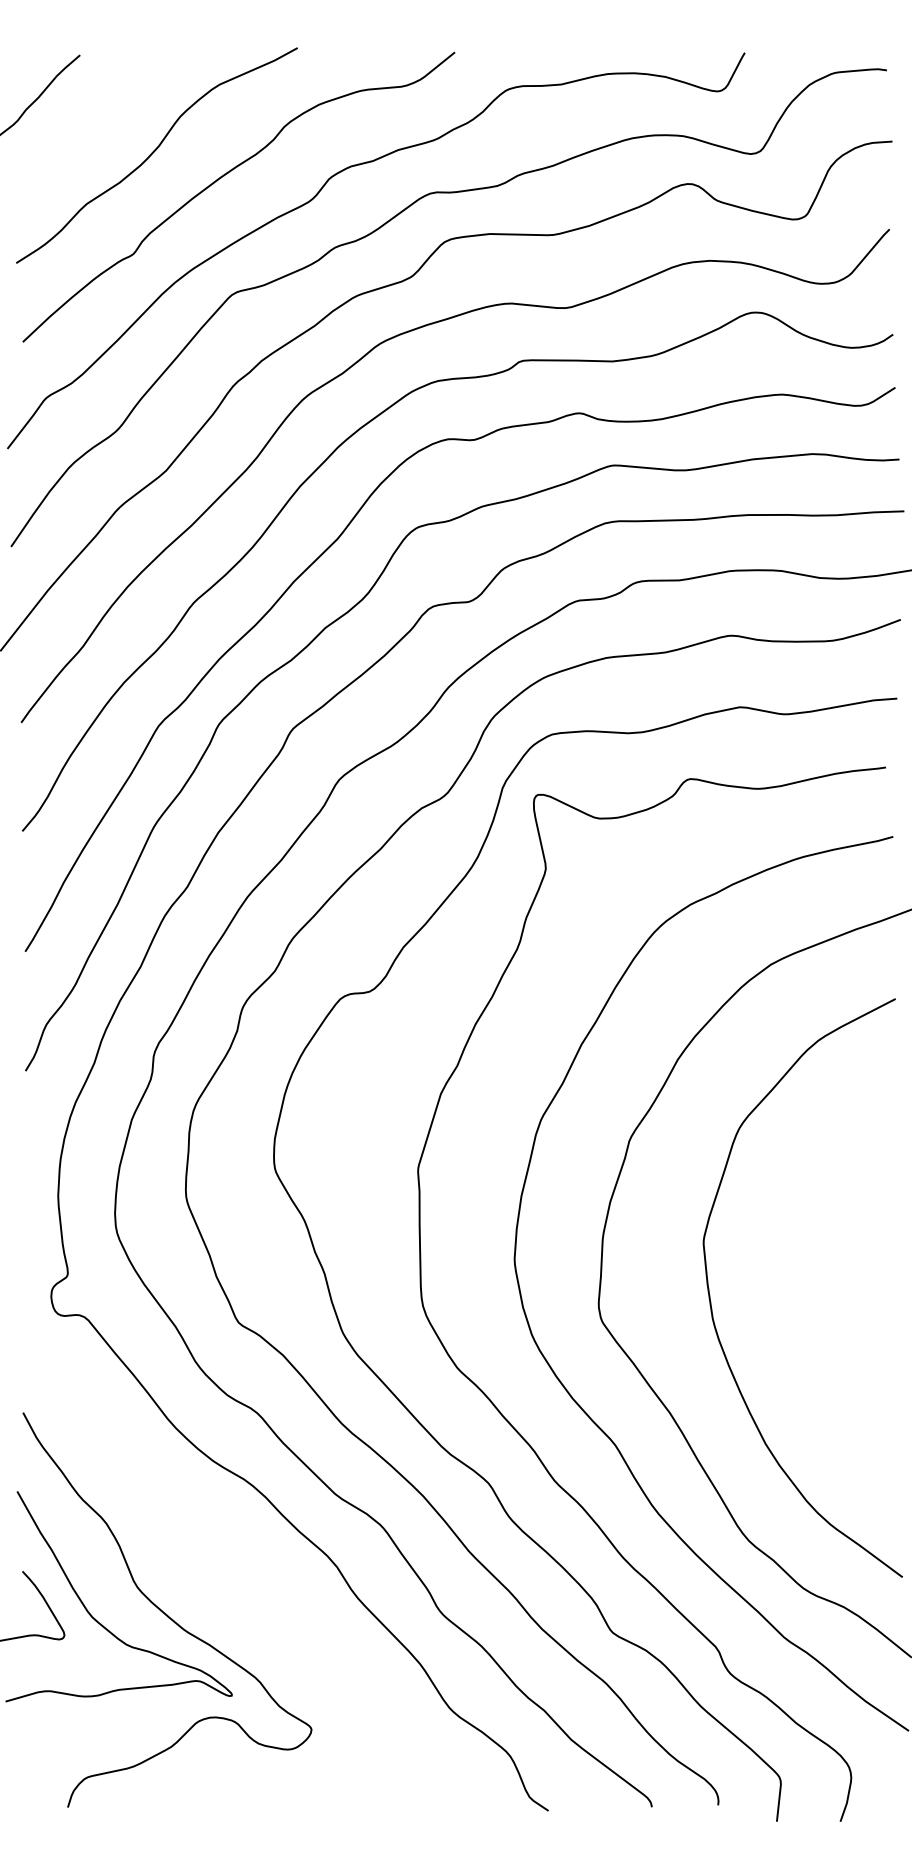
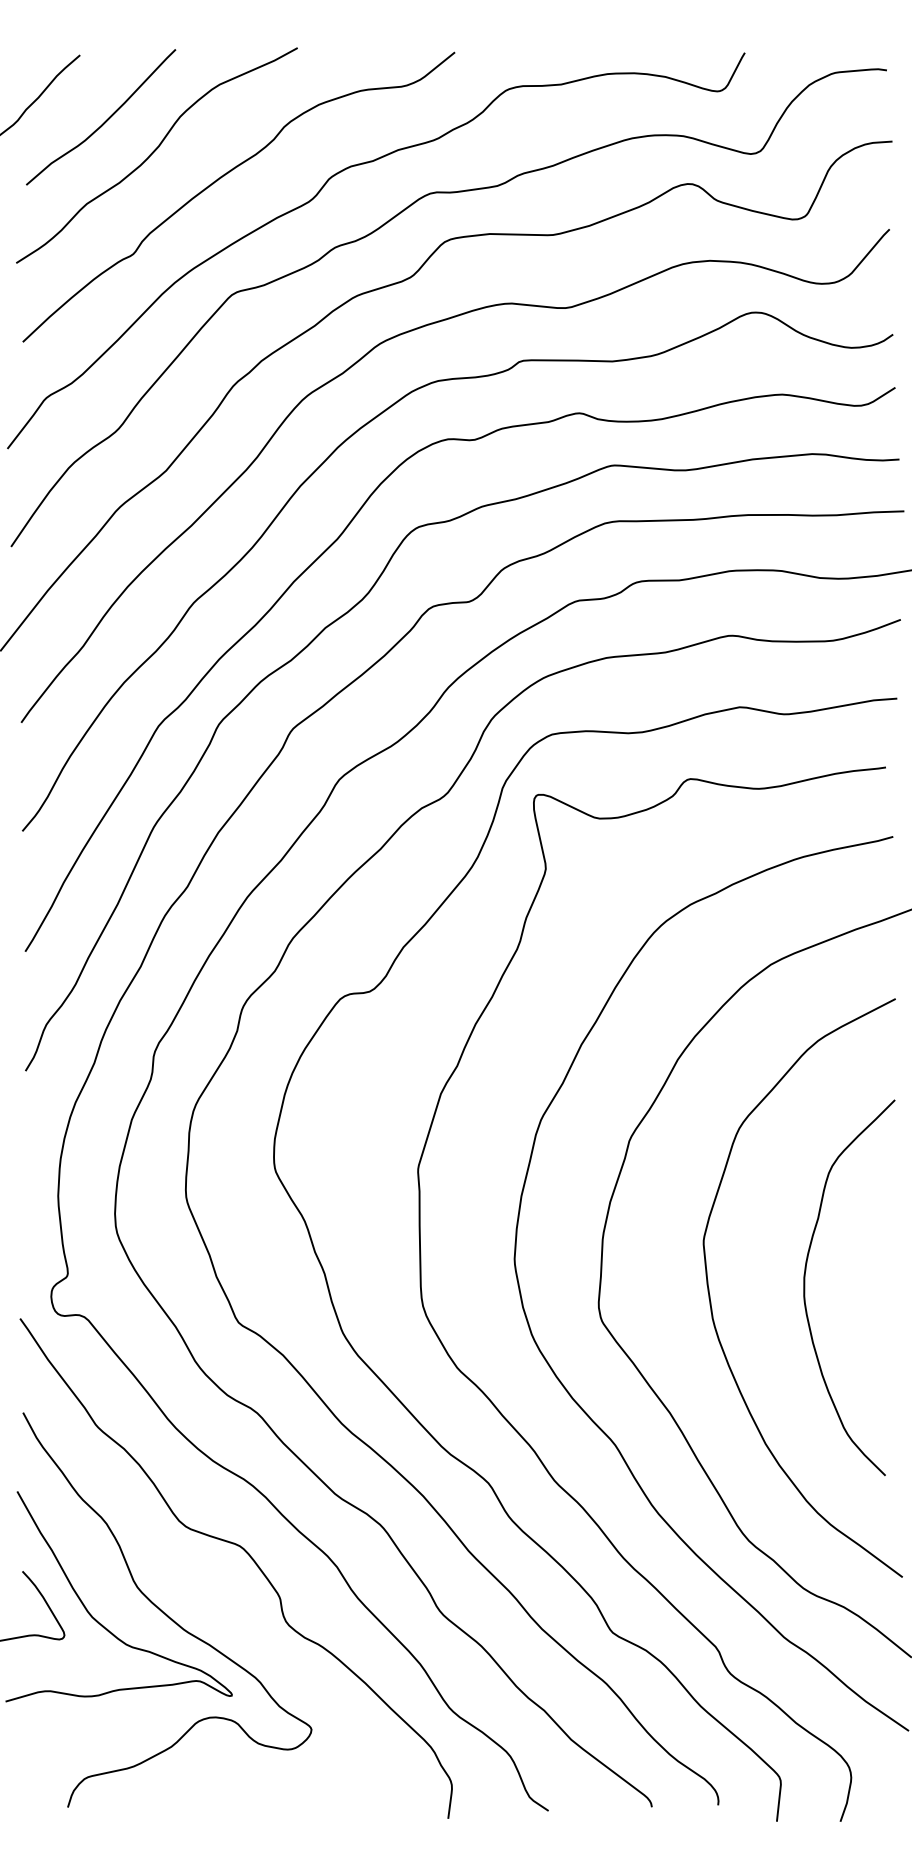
curve at (105, 120): none -> present
curve at (805, 1287): none -> present
curve at (250, 1558): none -> present
